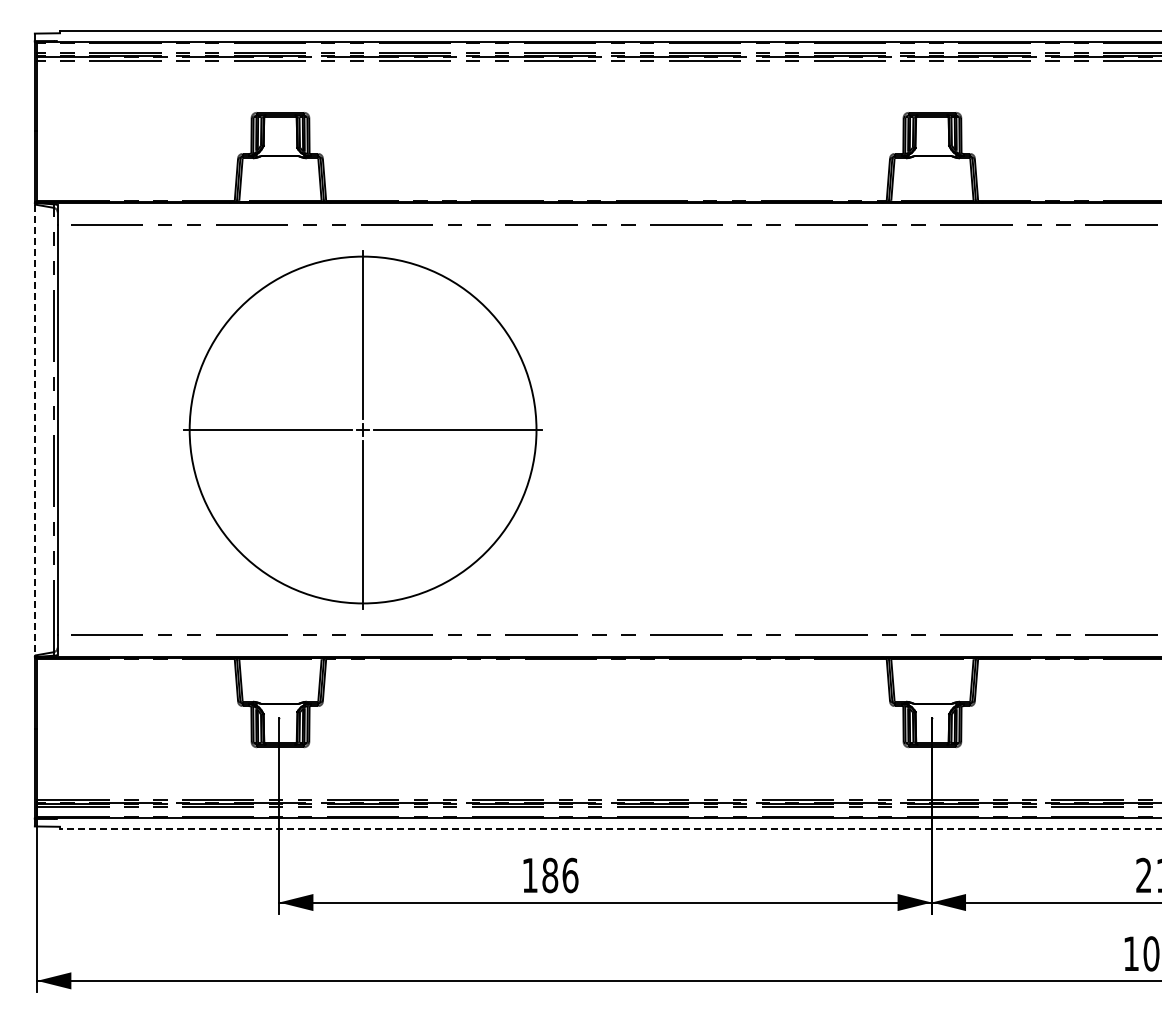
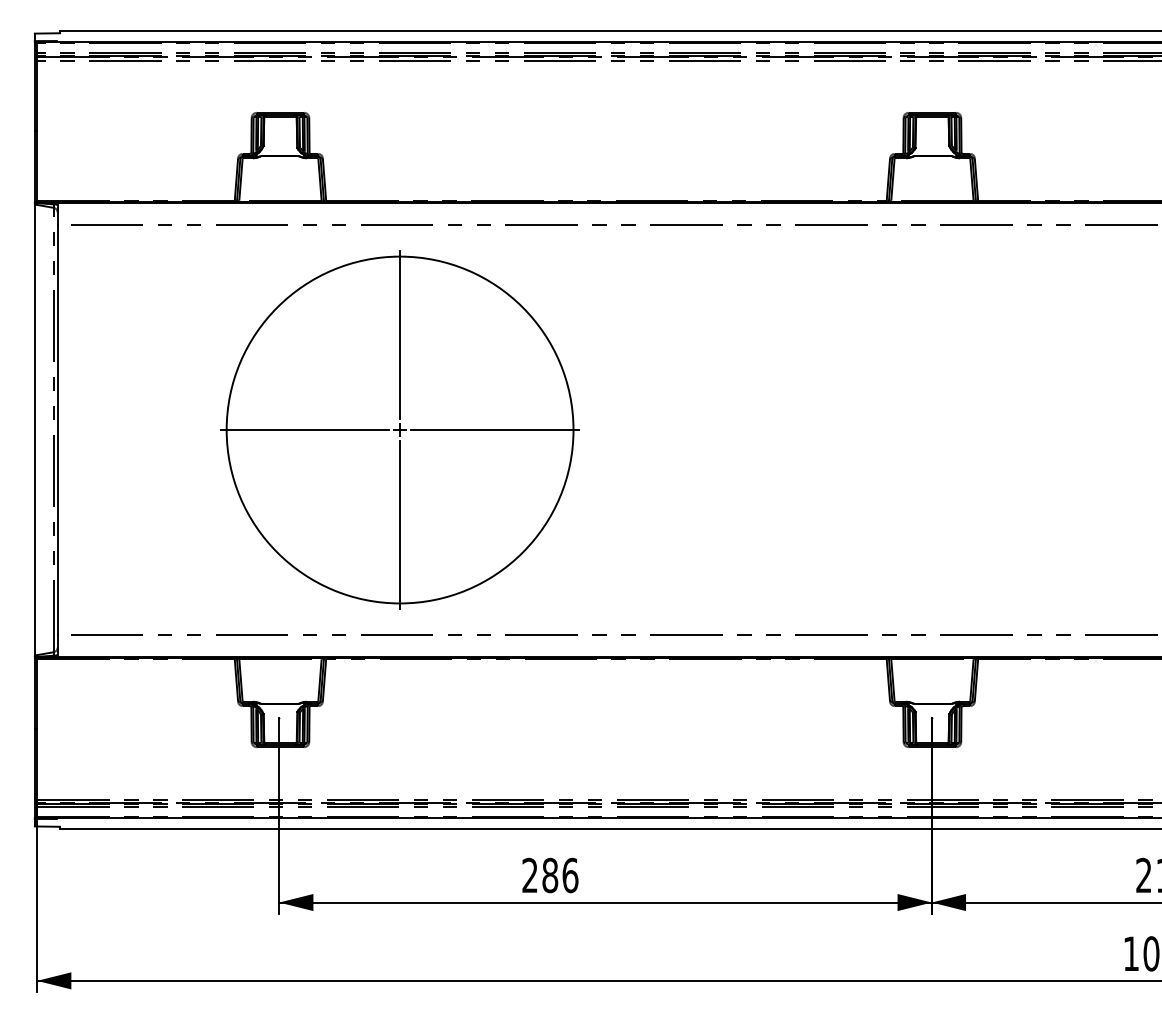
part at (362, 429) position: (362, 429) -> (399, 429)
line at (34, 430): dashed -> solid
line at (610, 829): dashed -> solid
text at (529, 874): 186 -> 286
